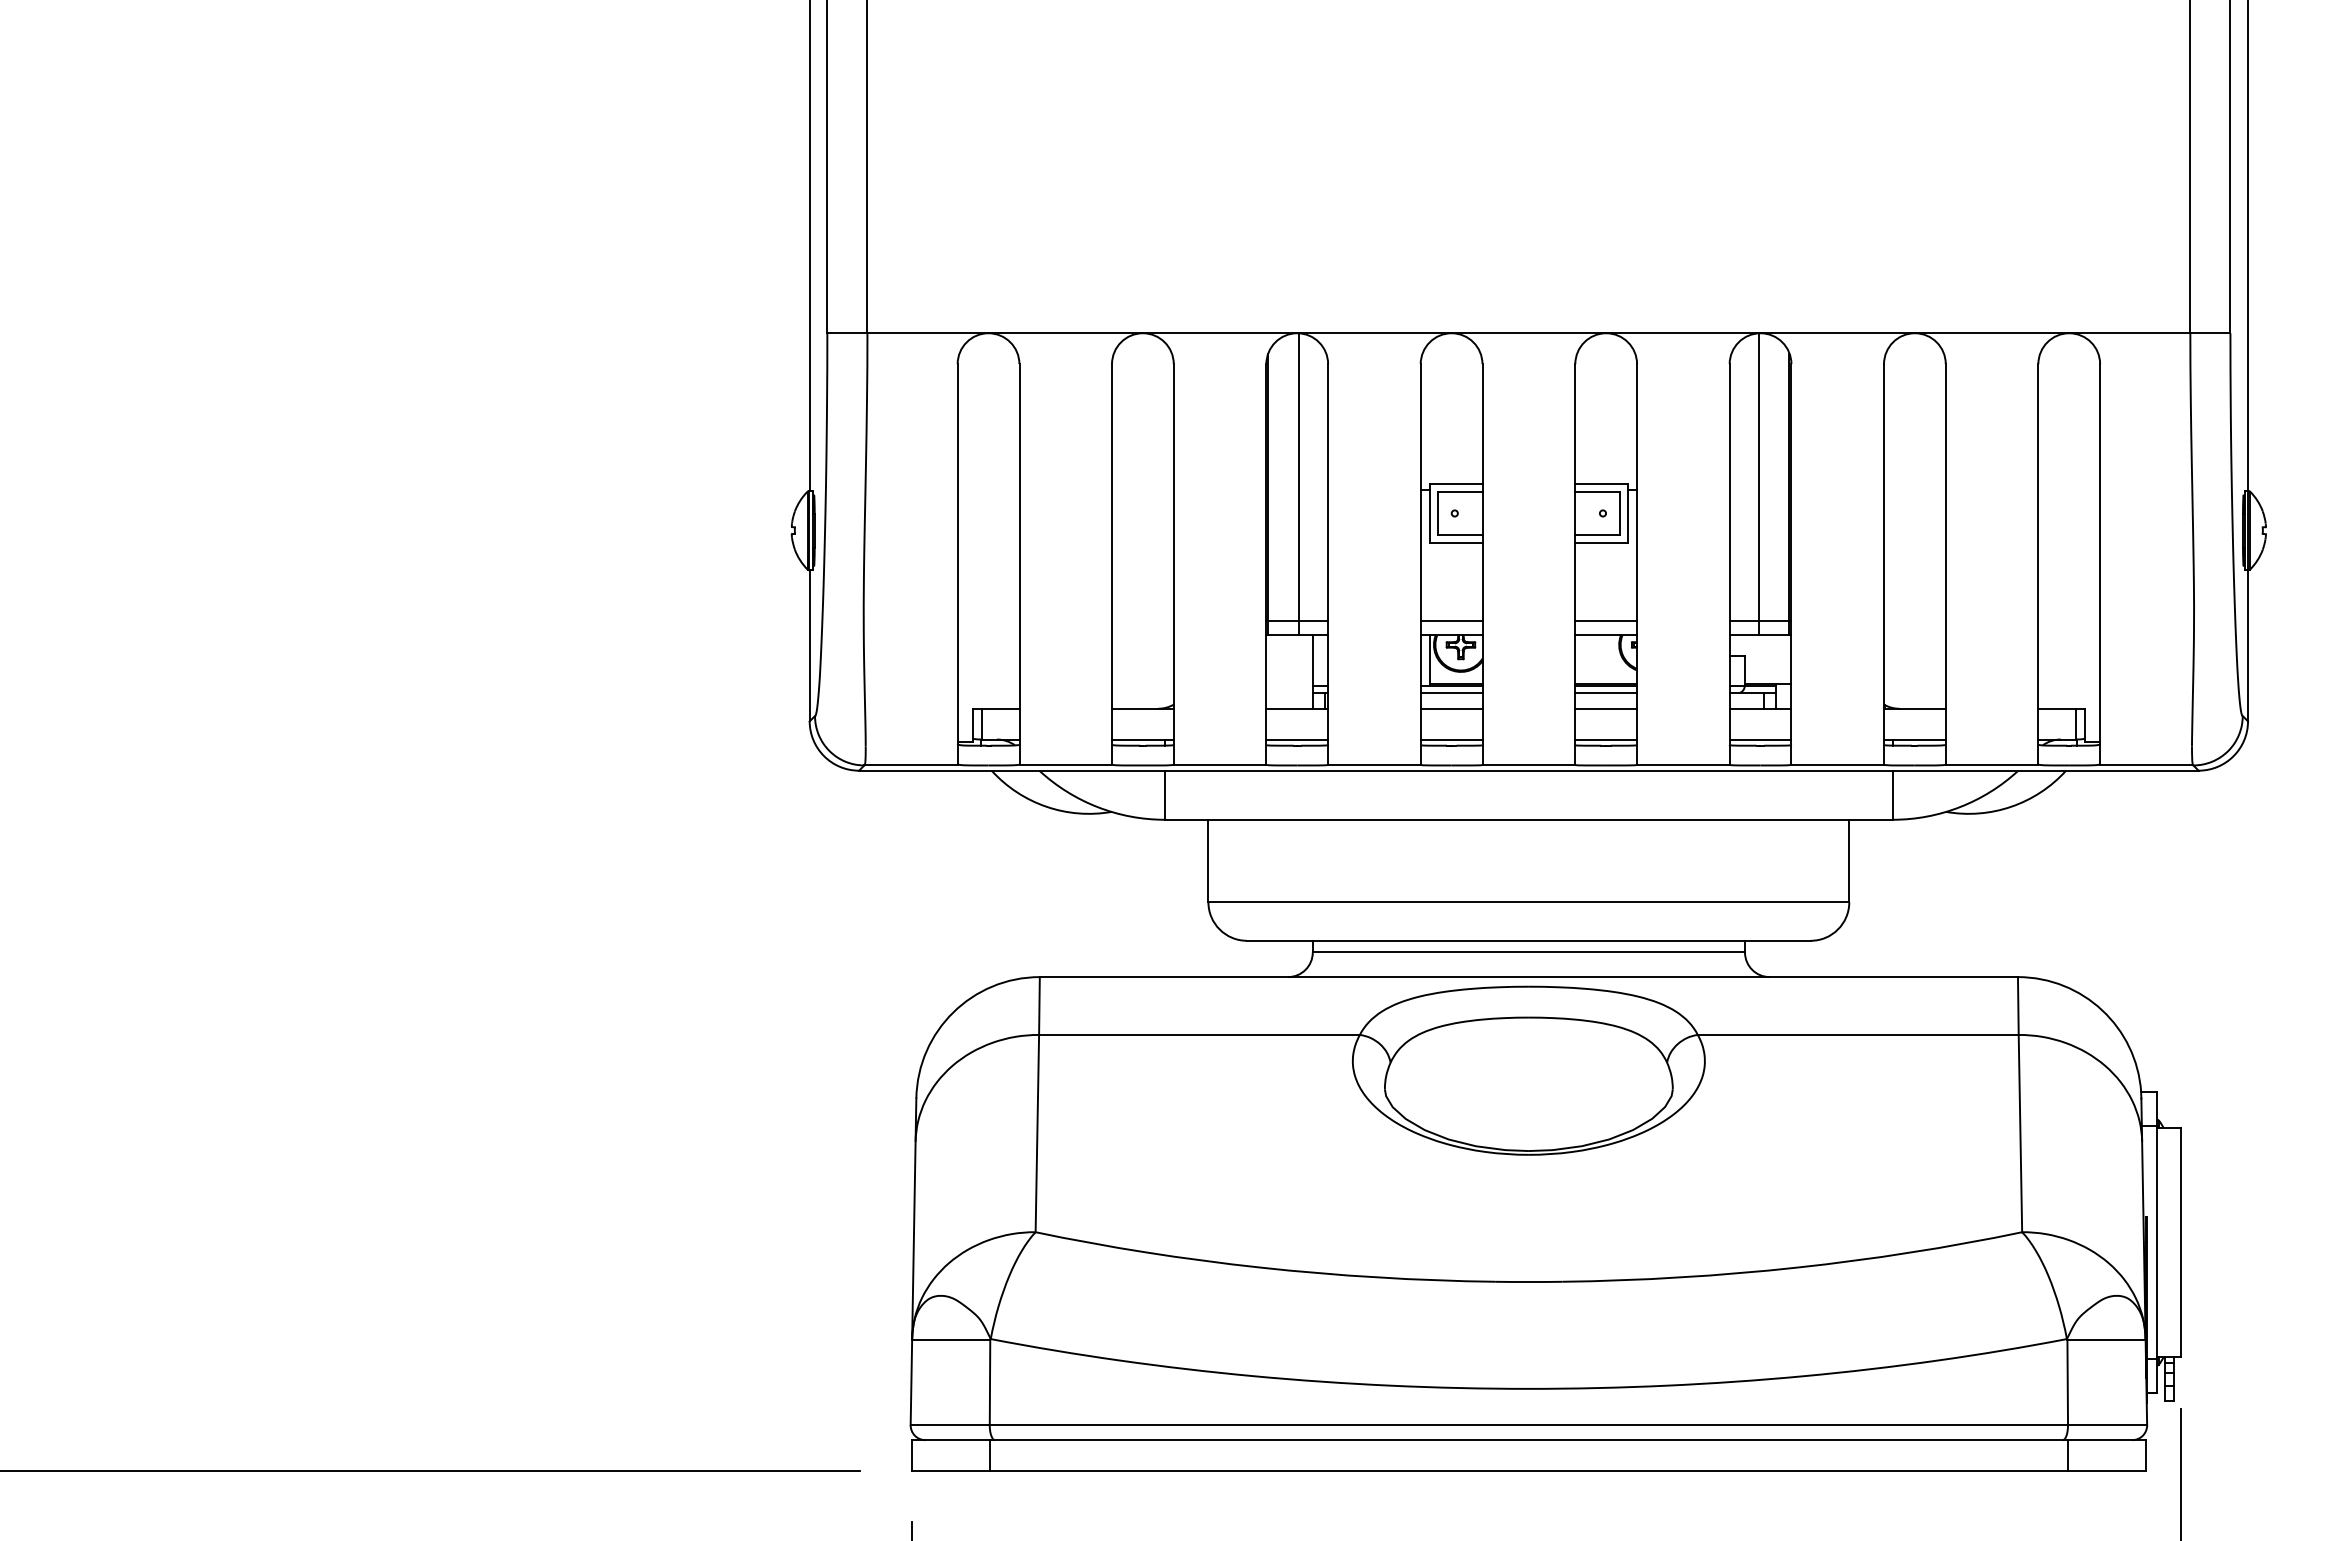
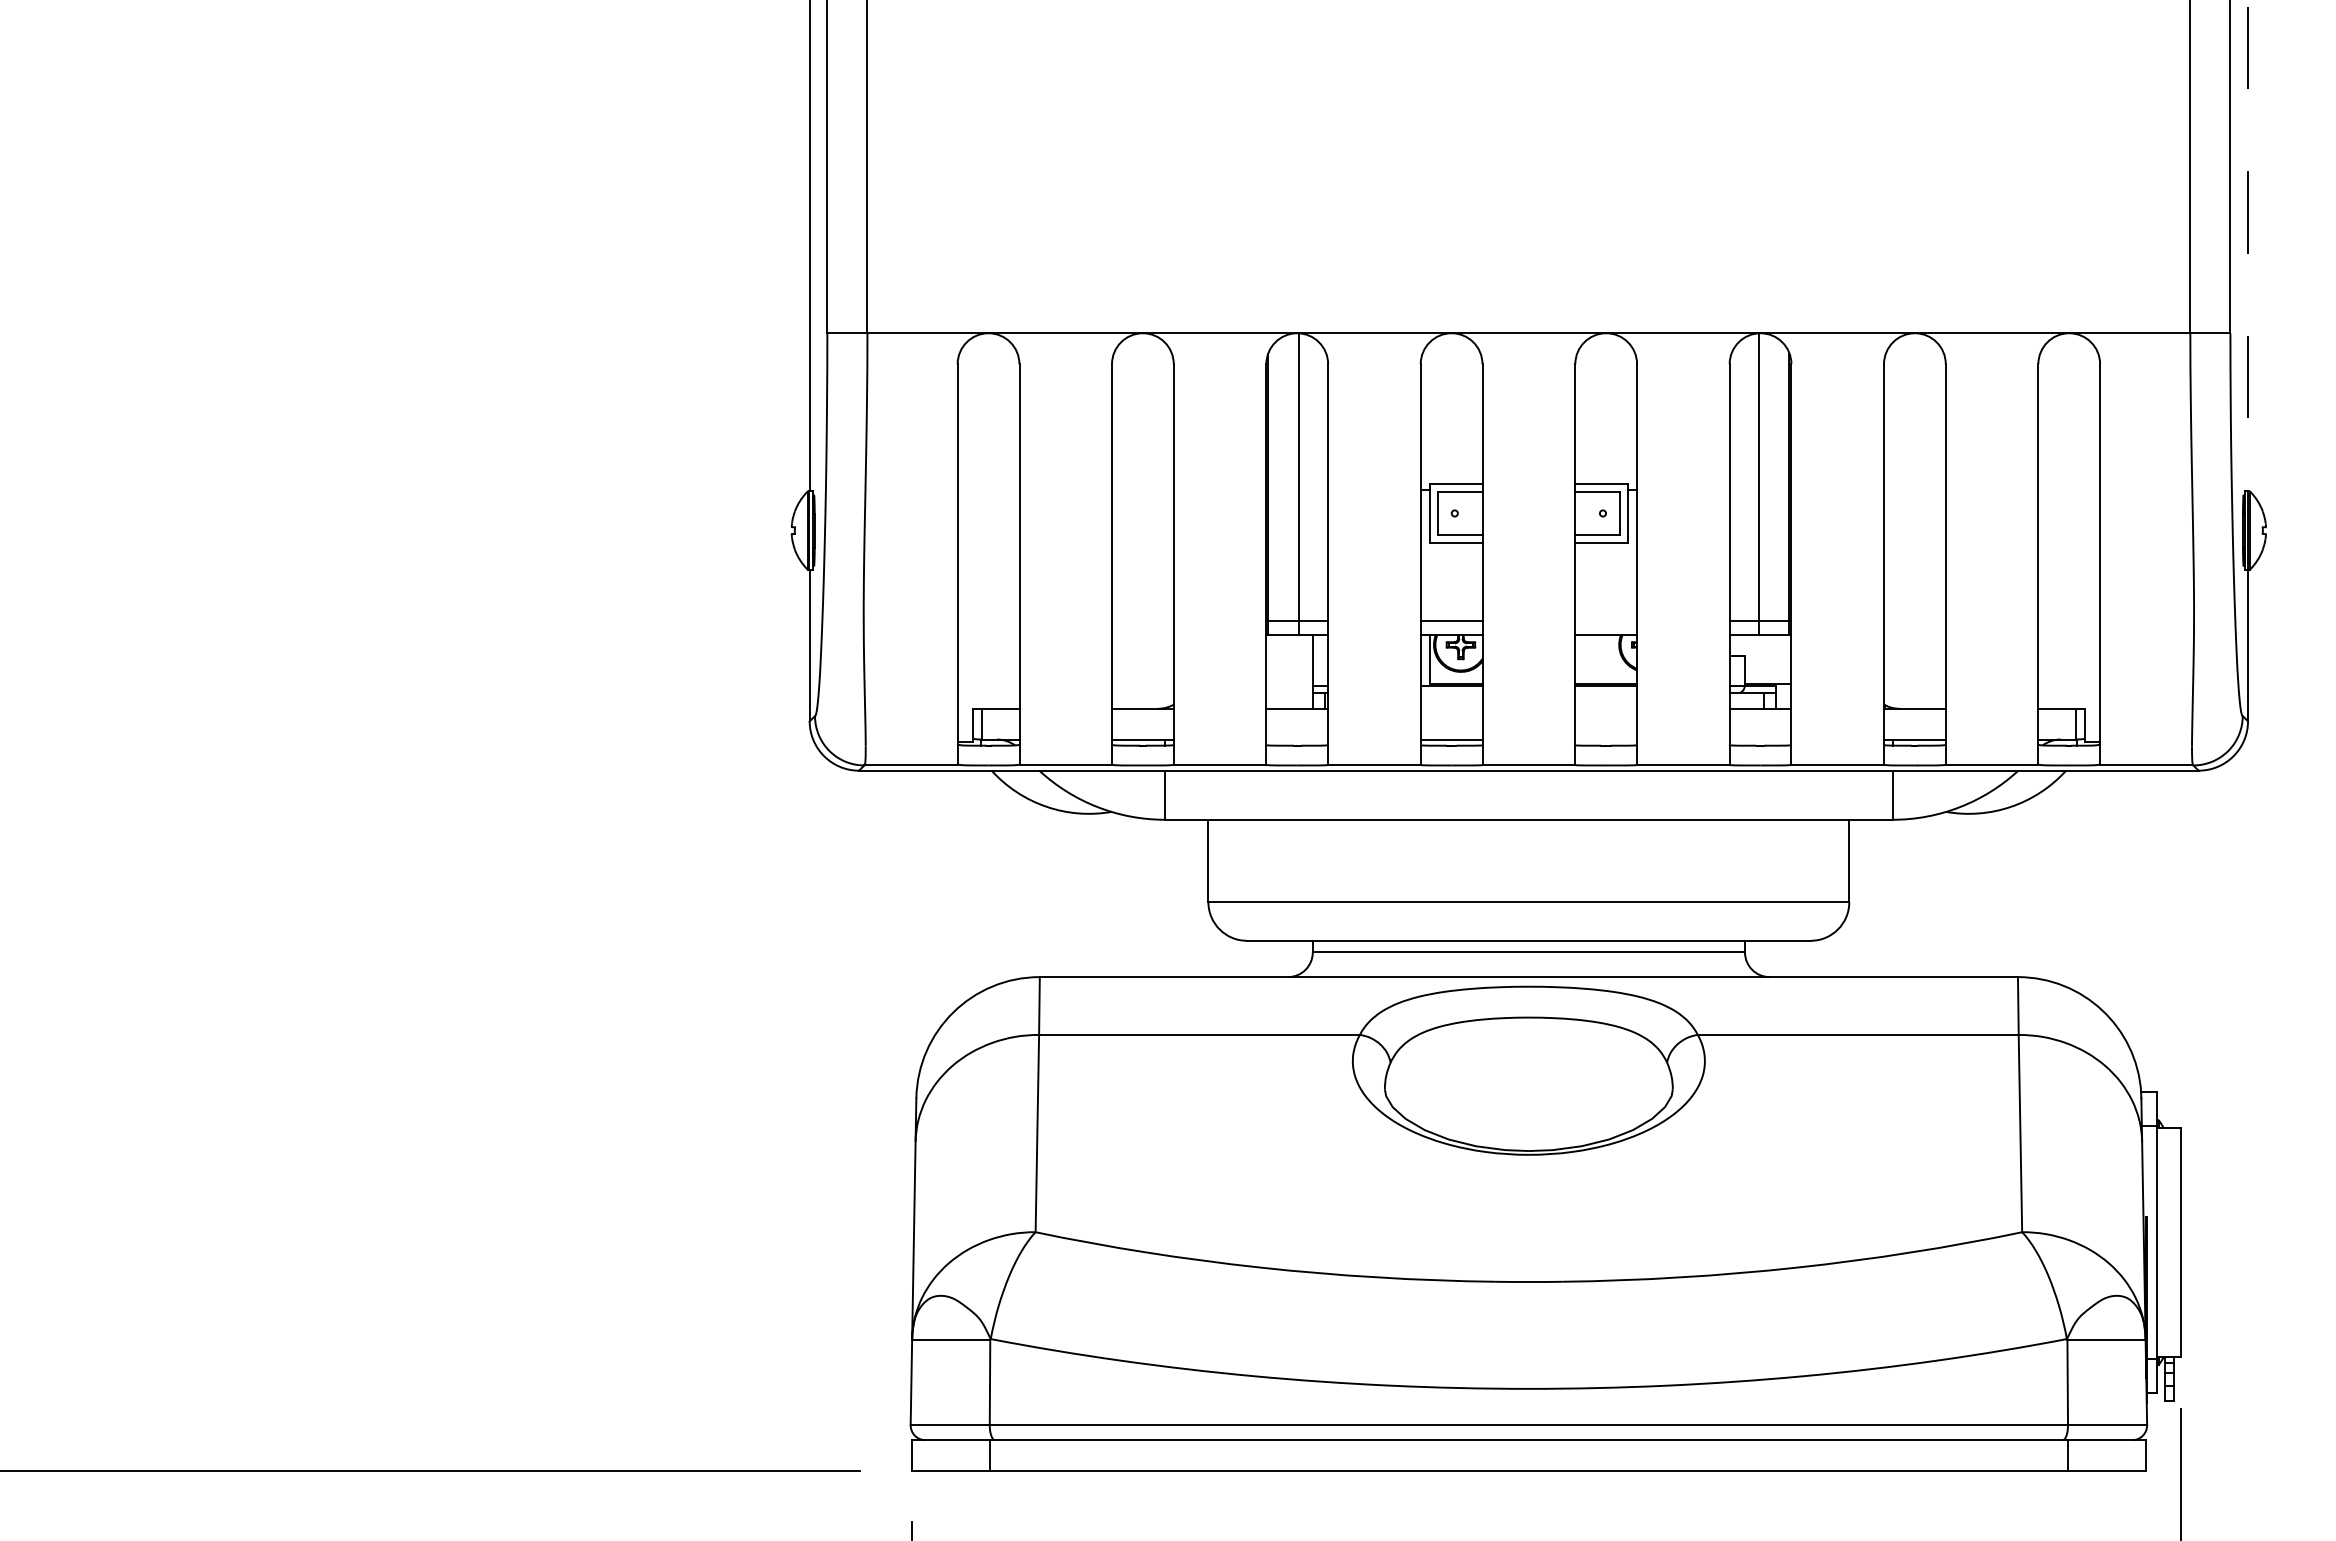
line at (2247, 246): solid -> dashed
line at (1605, 620): present -> none
line at (1451, 693): present -> none
line at (1605, 693): present -> none
line at (1451, 708): present -> none
line at (1605, 708): present -> none
line at (1297, 739): present -> none
line at (1605, 739): present -> none
line at (1760, 739): present -> none
